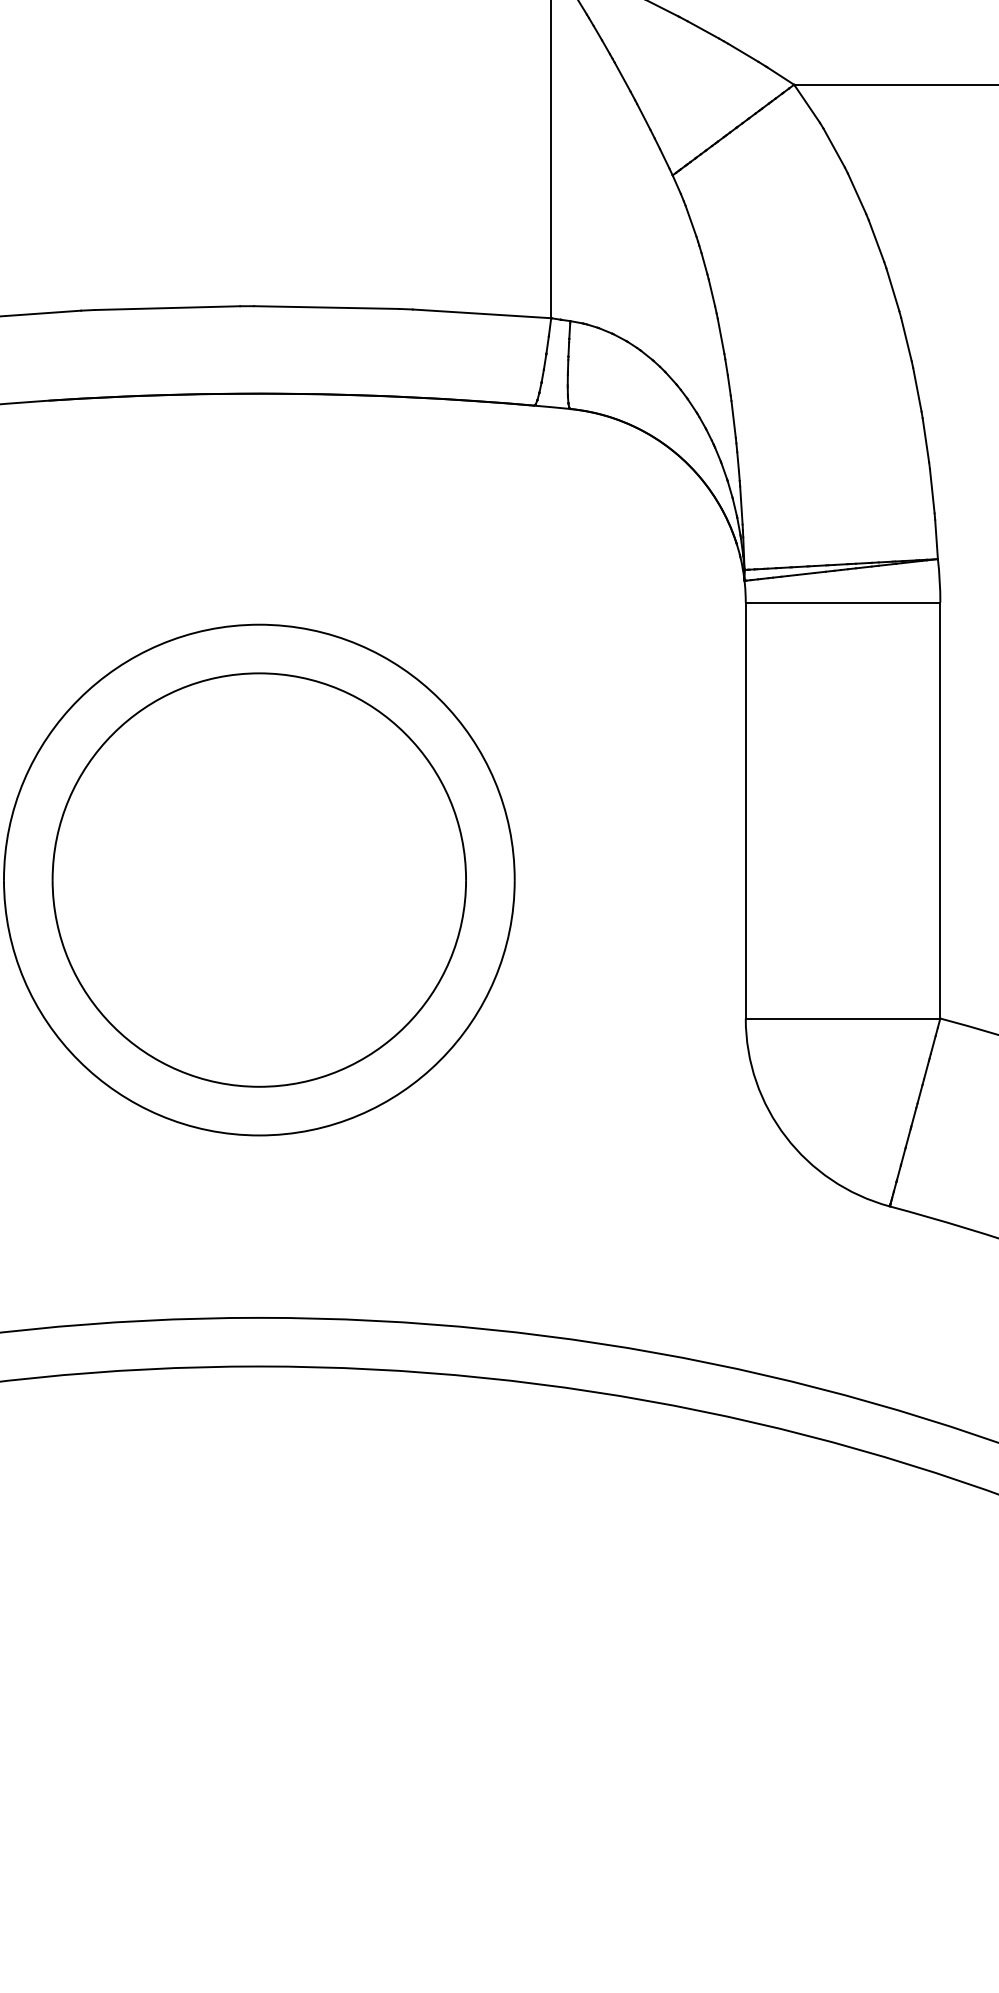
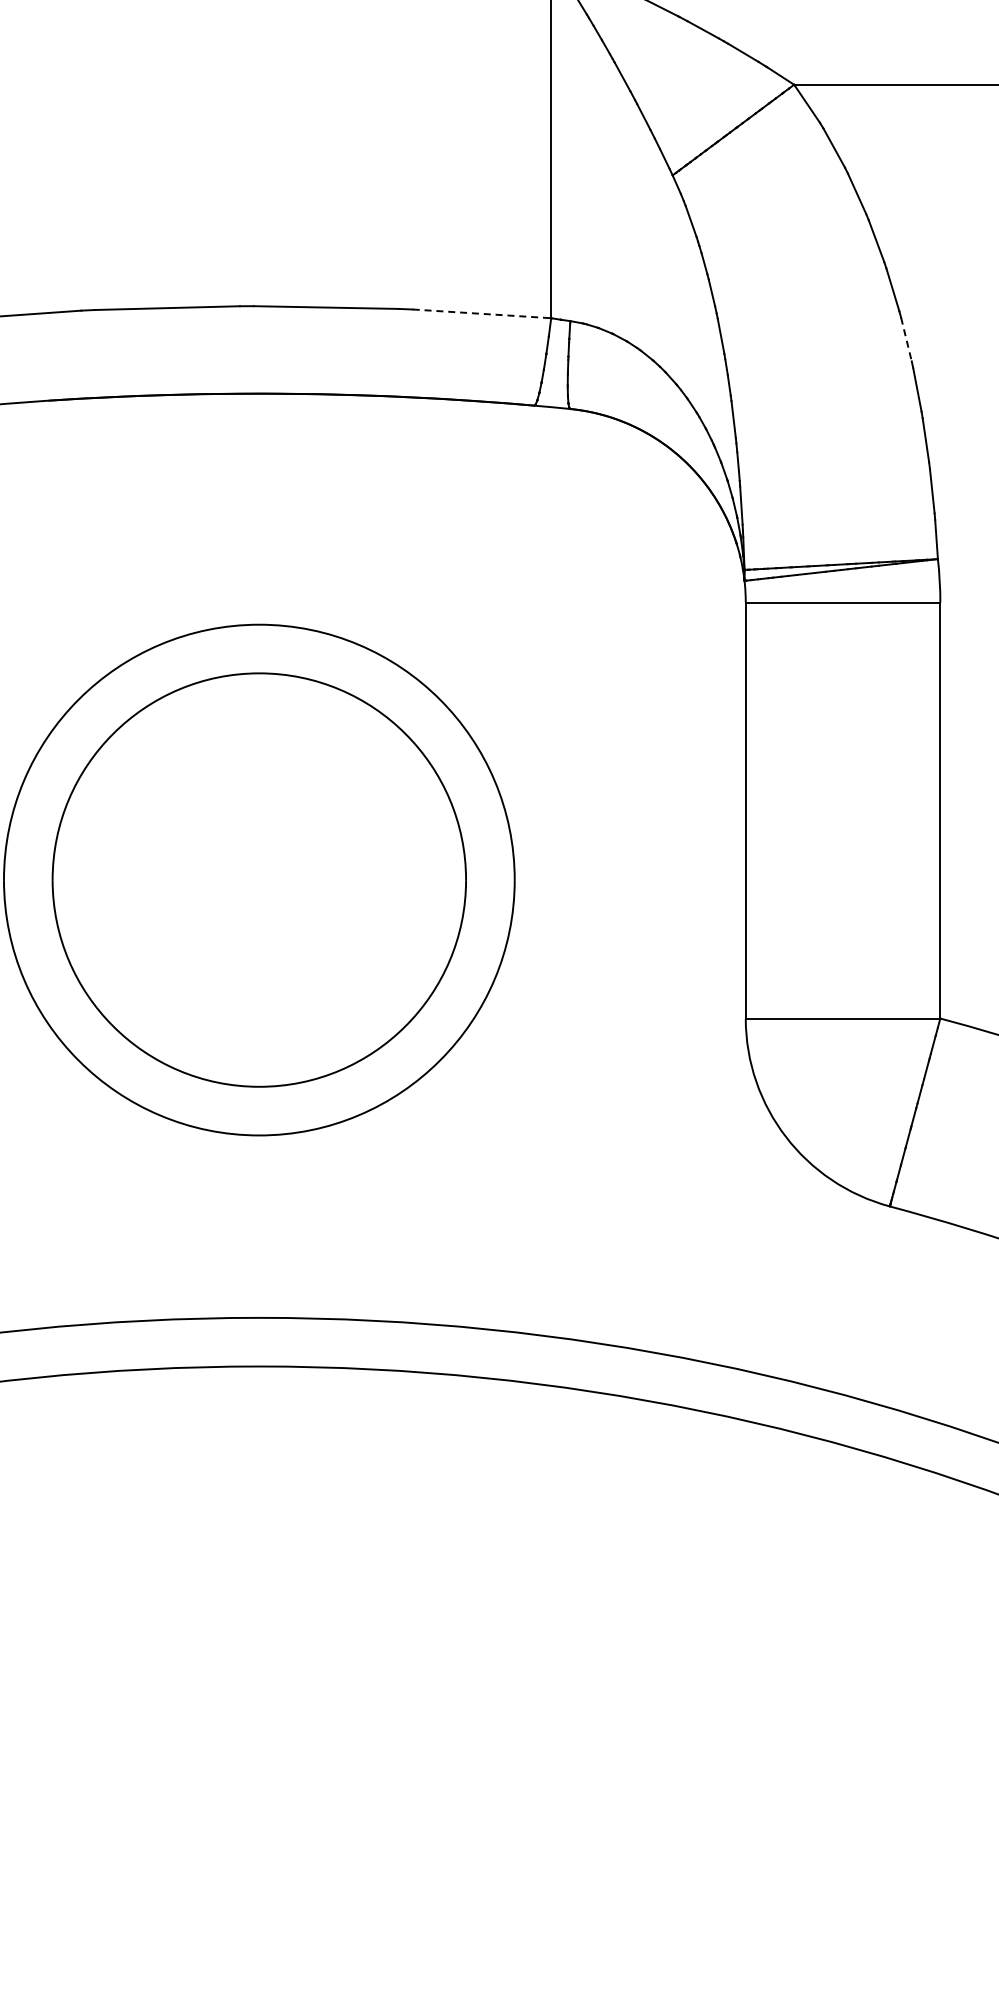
line at (482, 313): solid -> dashed
line at (906, 340): solid -> dashed
